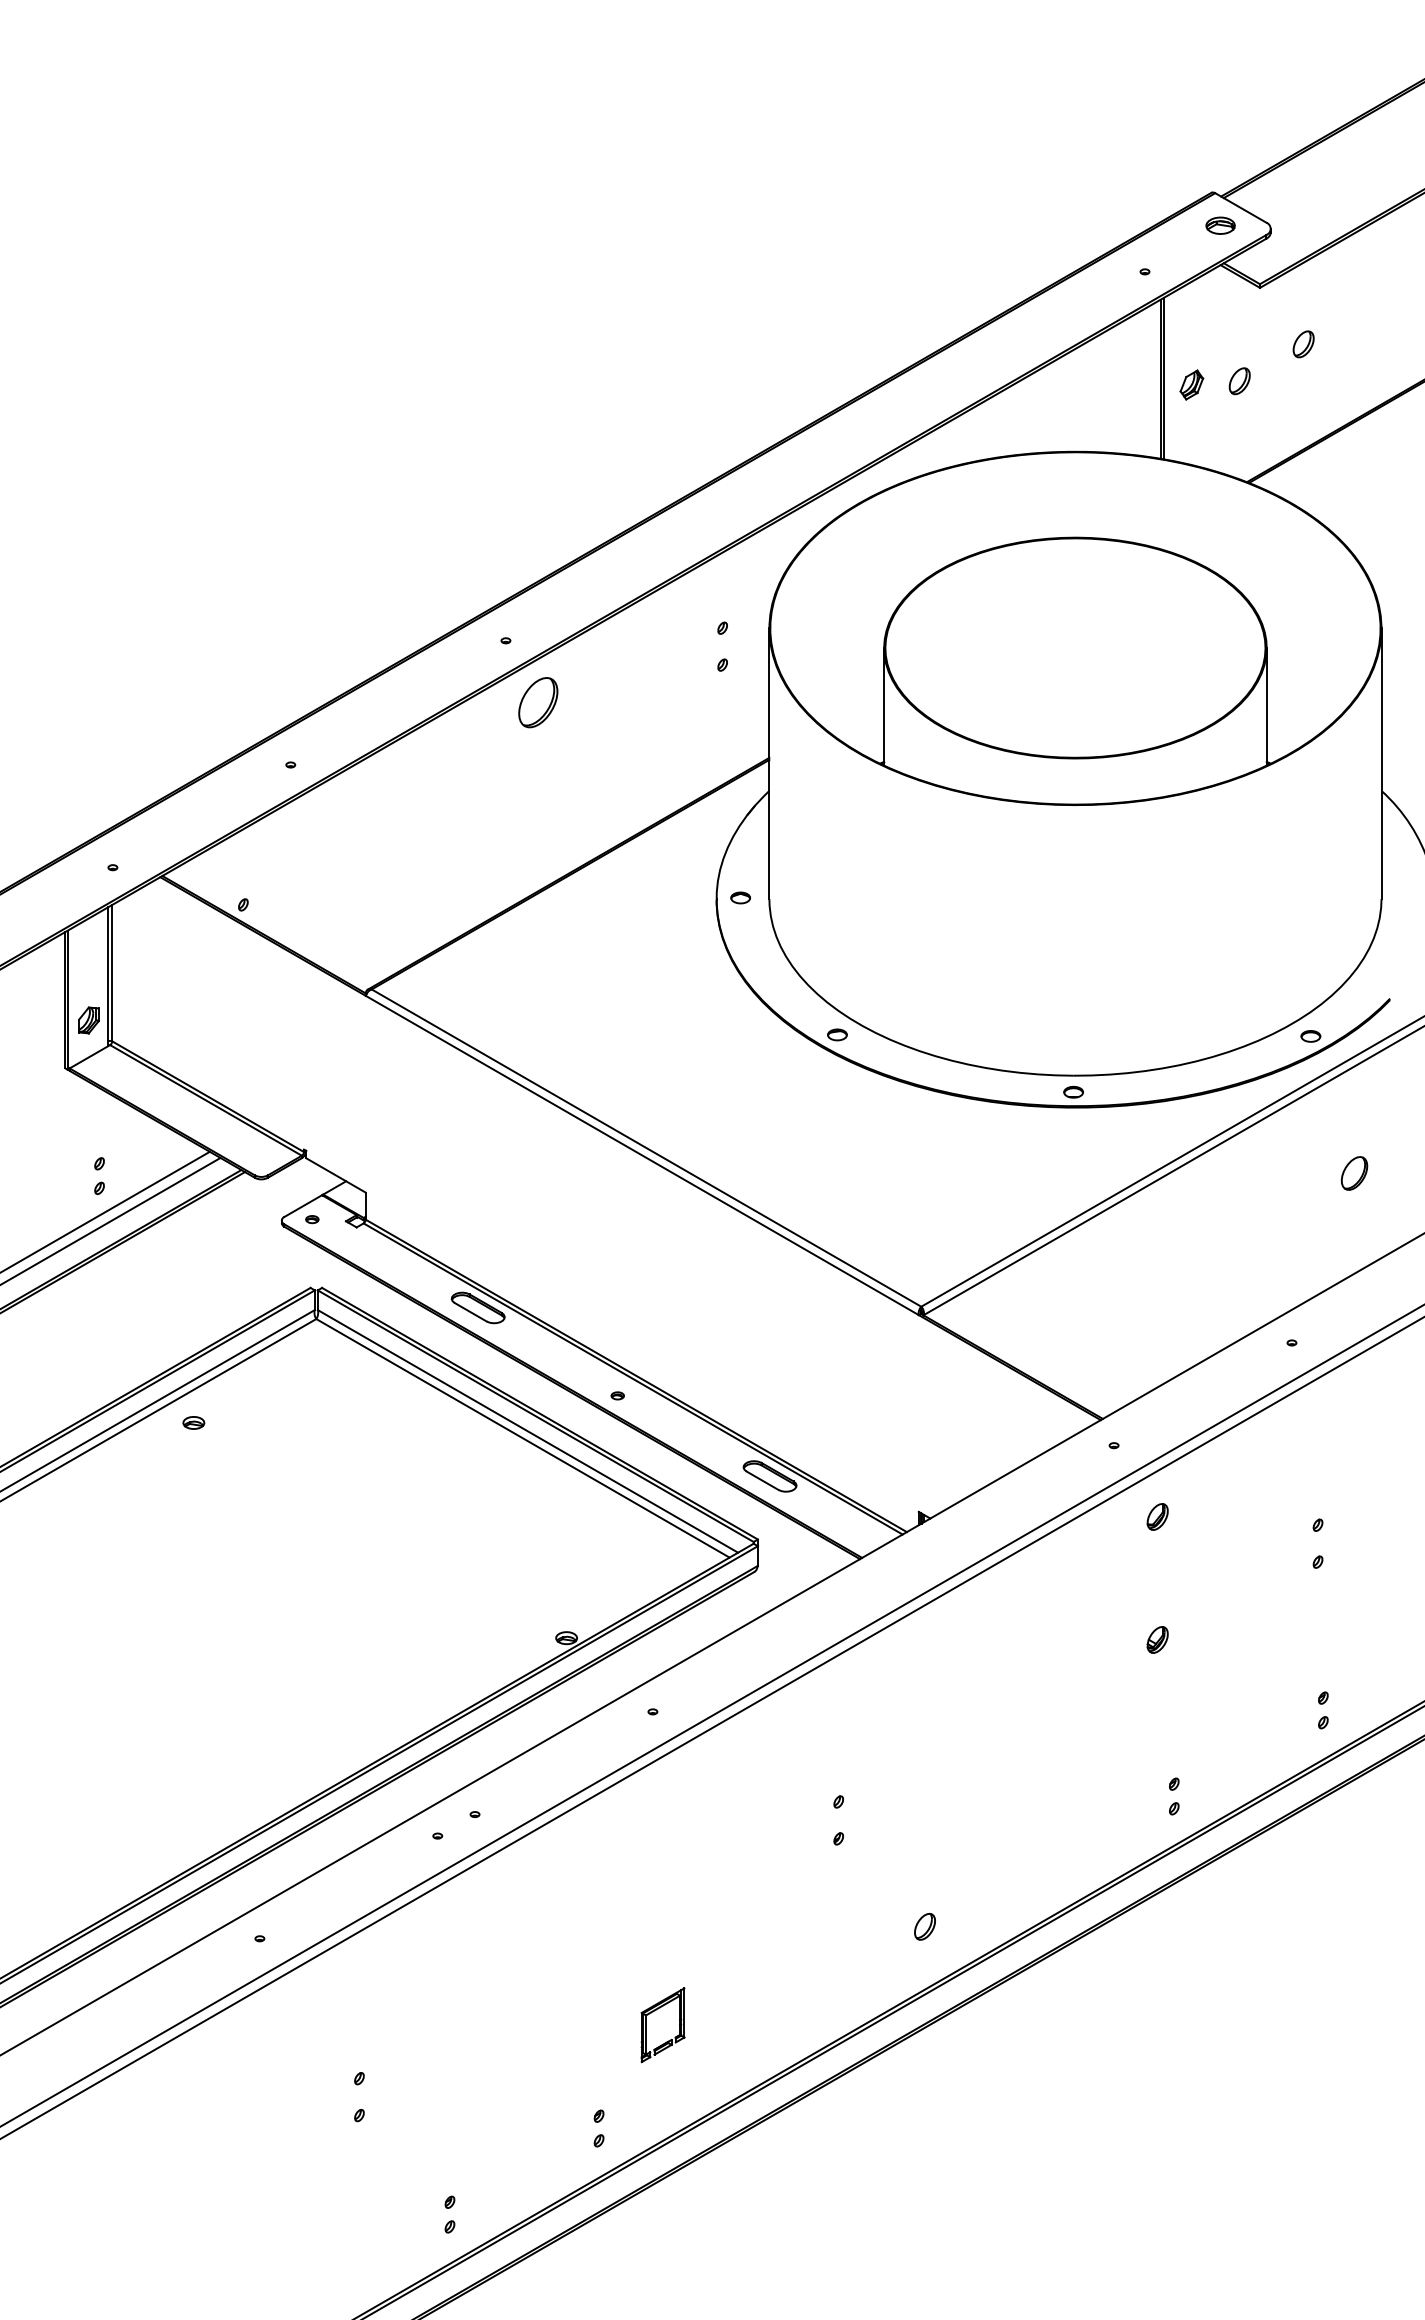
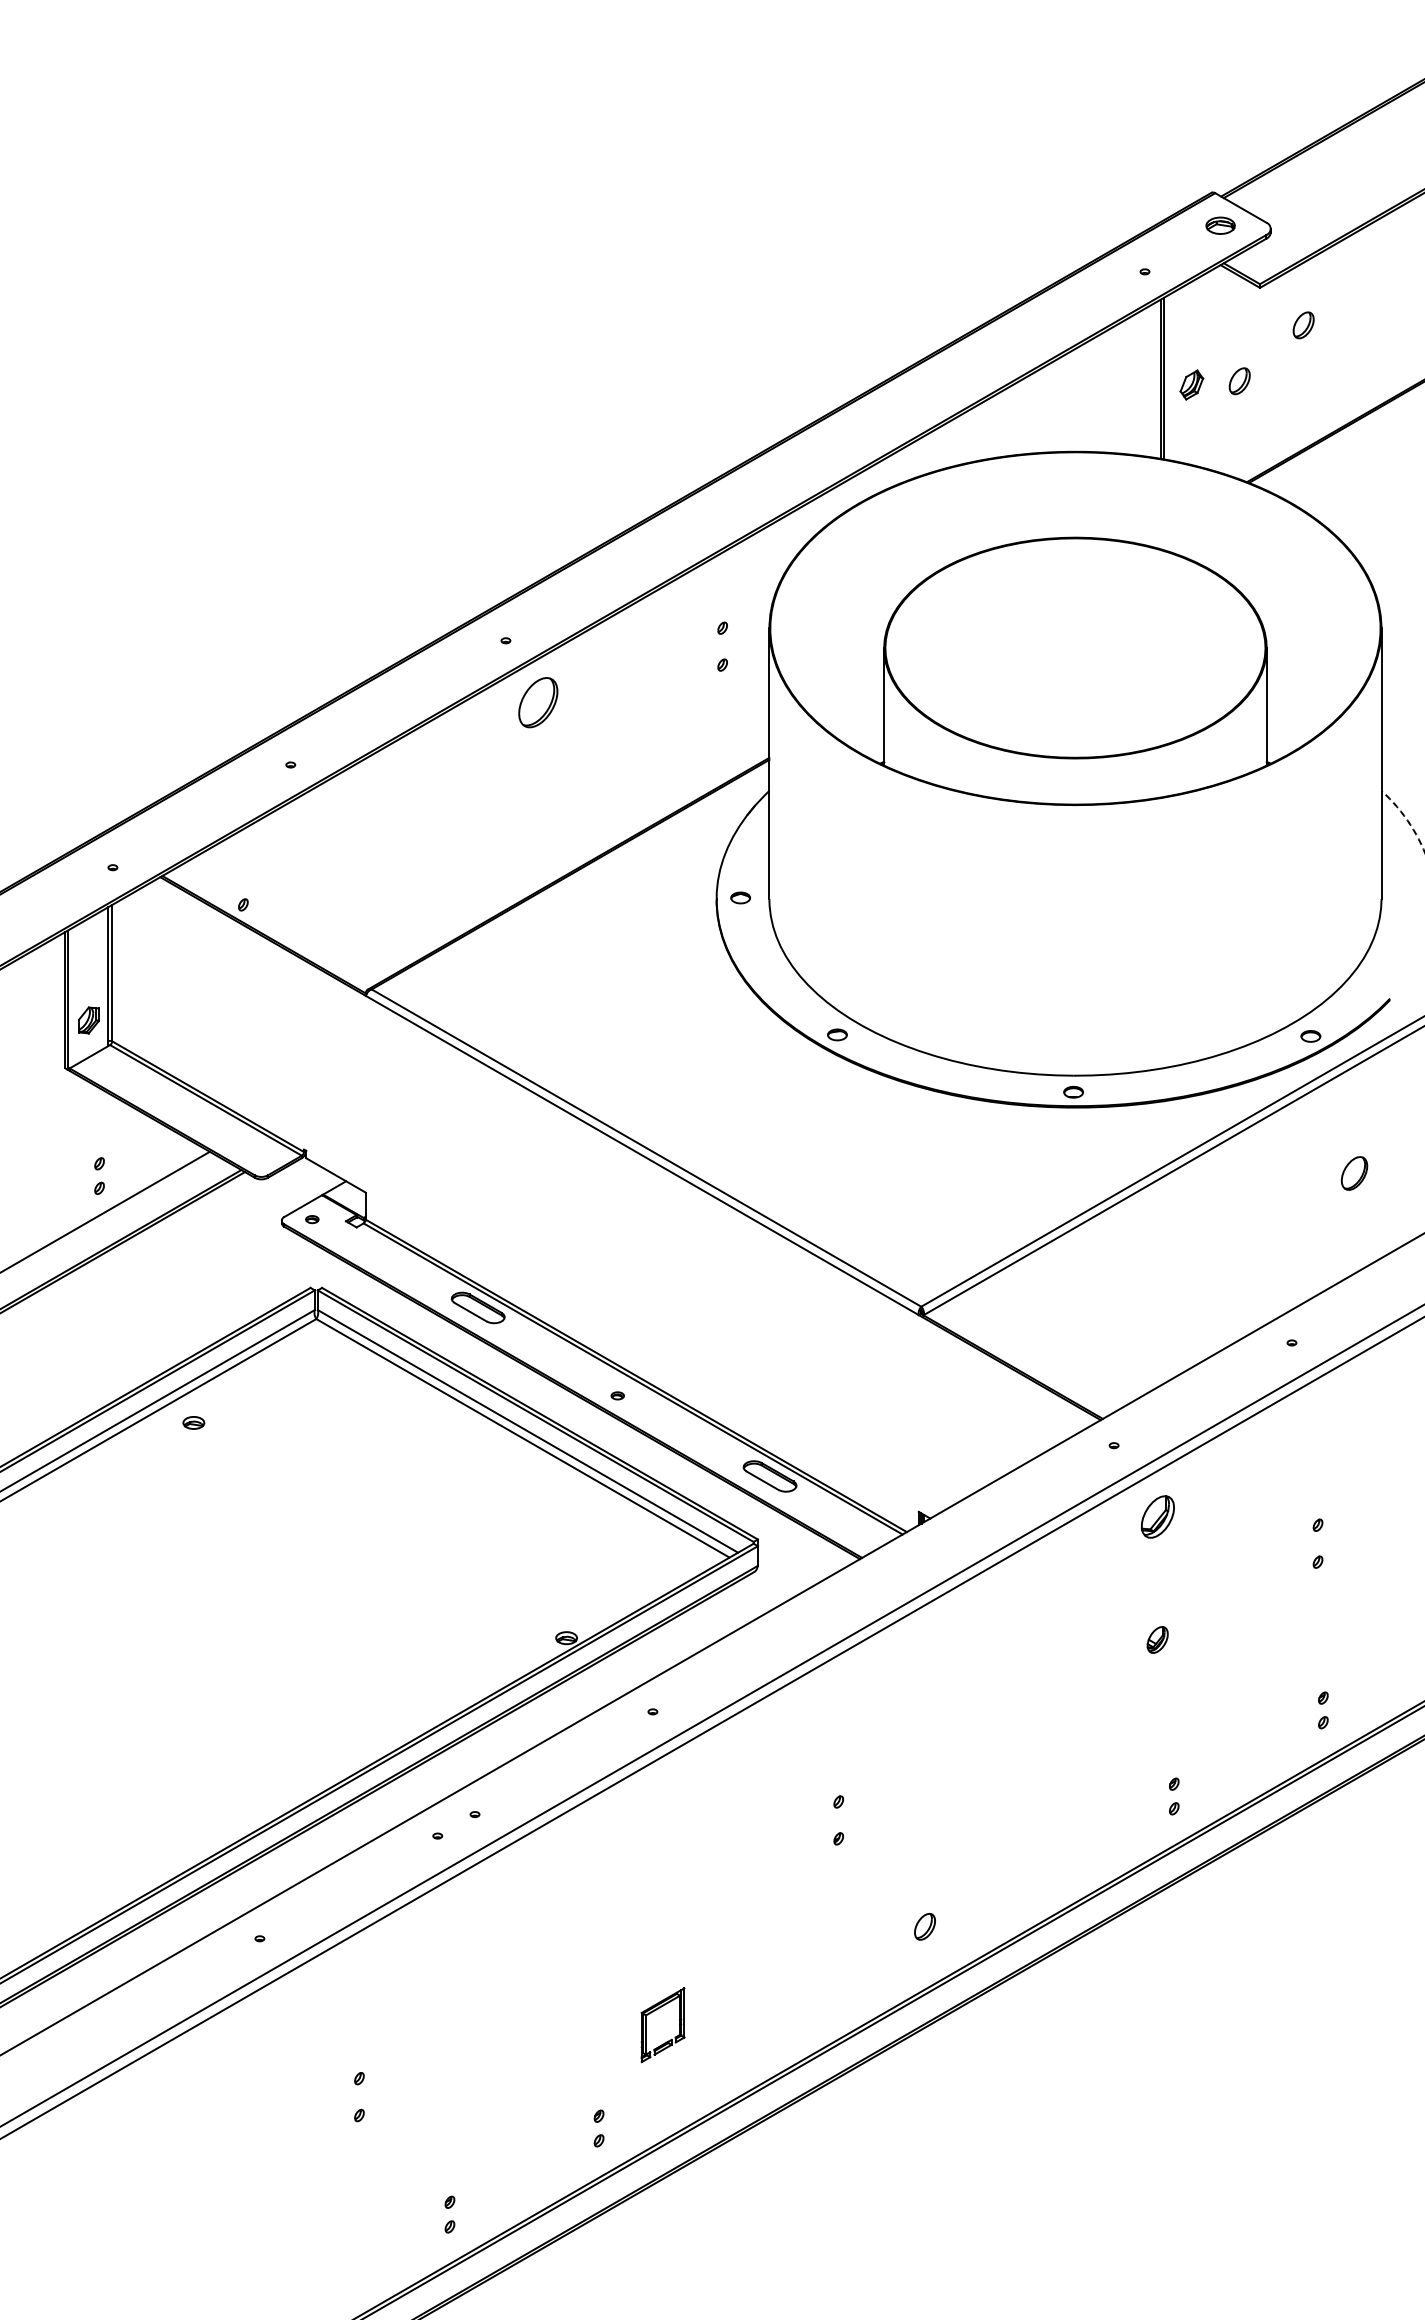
part at (1303, 344) position: (1303, 344) -> (1303, 325)
arc at (1406, 818): solid -> dashed
line at (111, 1220): present -> none
part at (1157, 1516) size: 23x28 px -> 35x44 px
